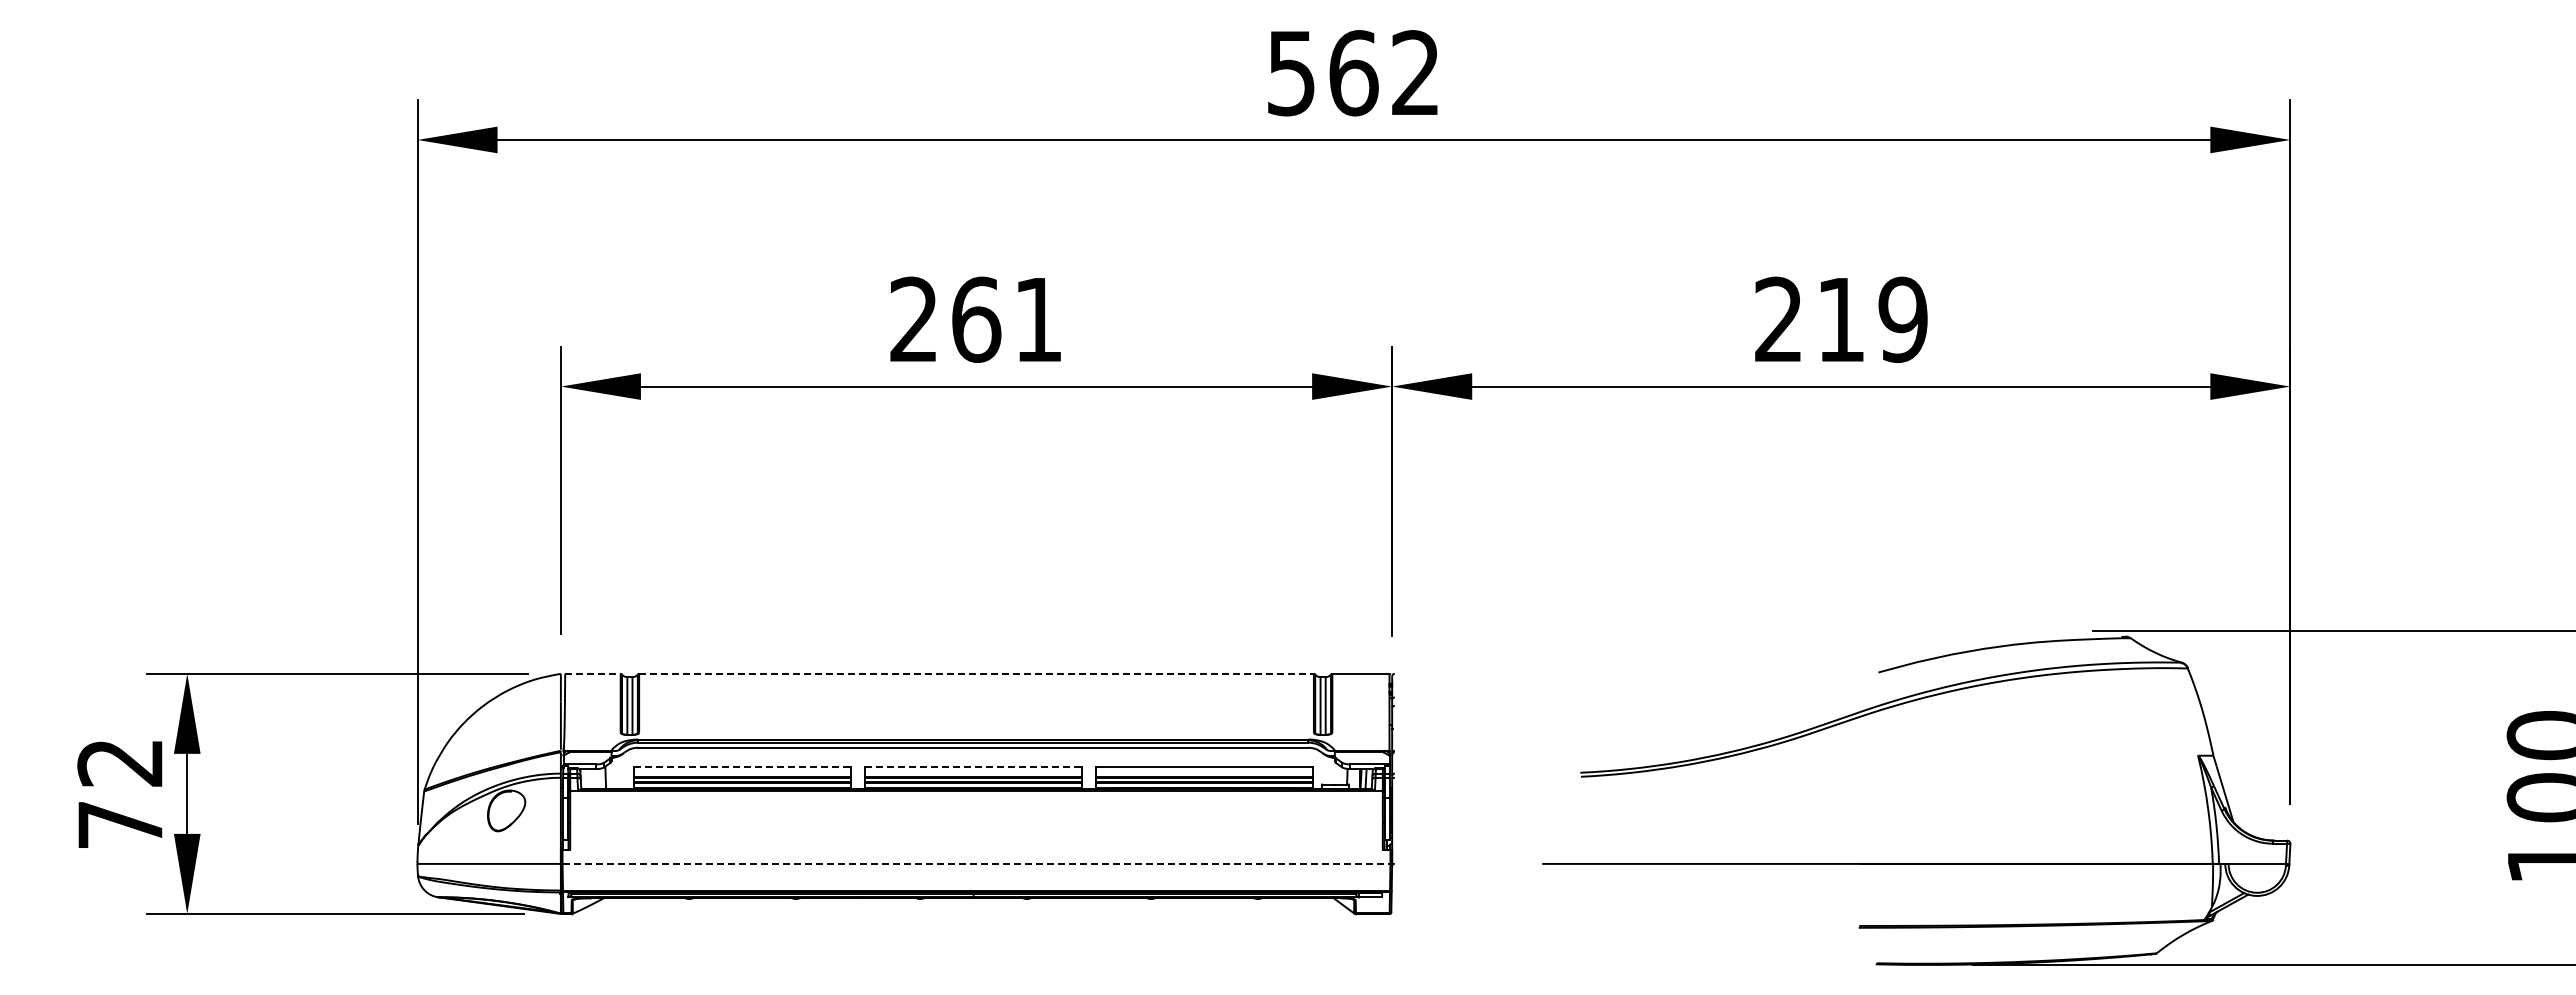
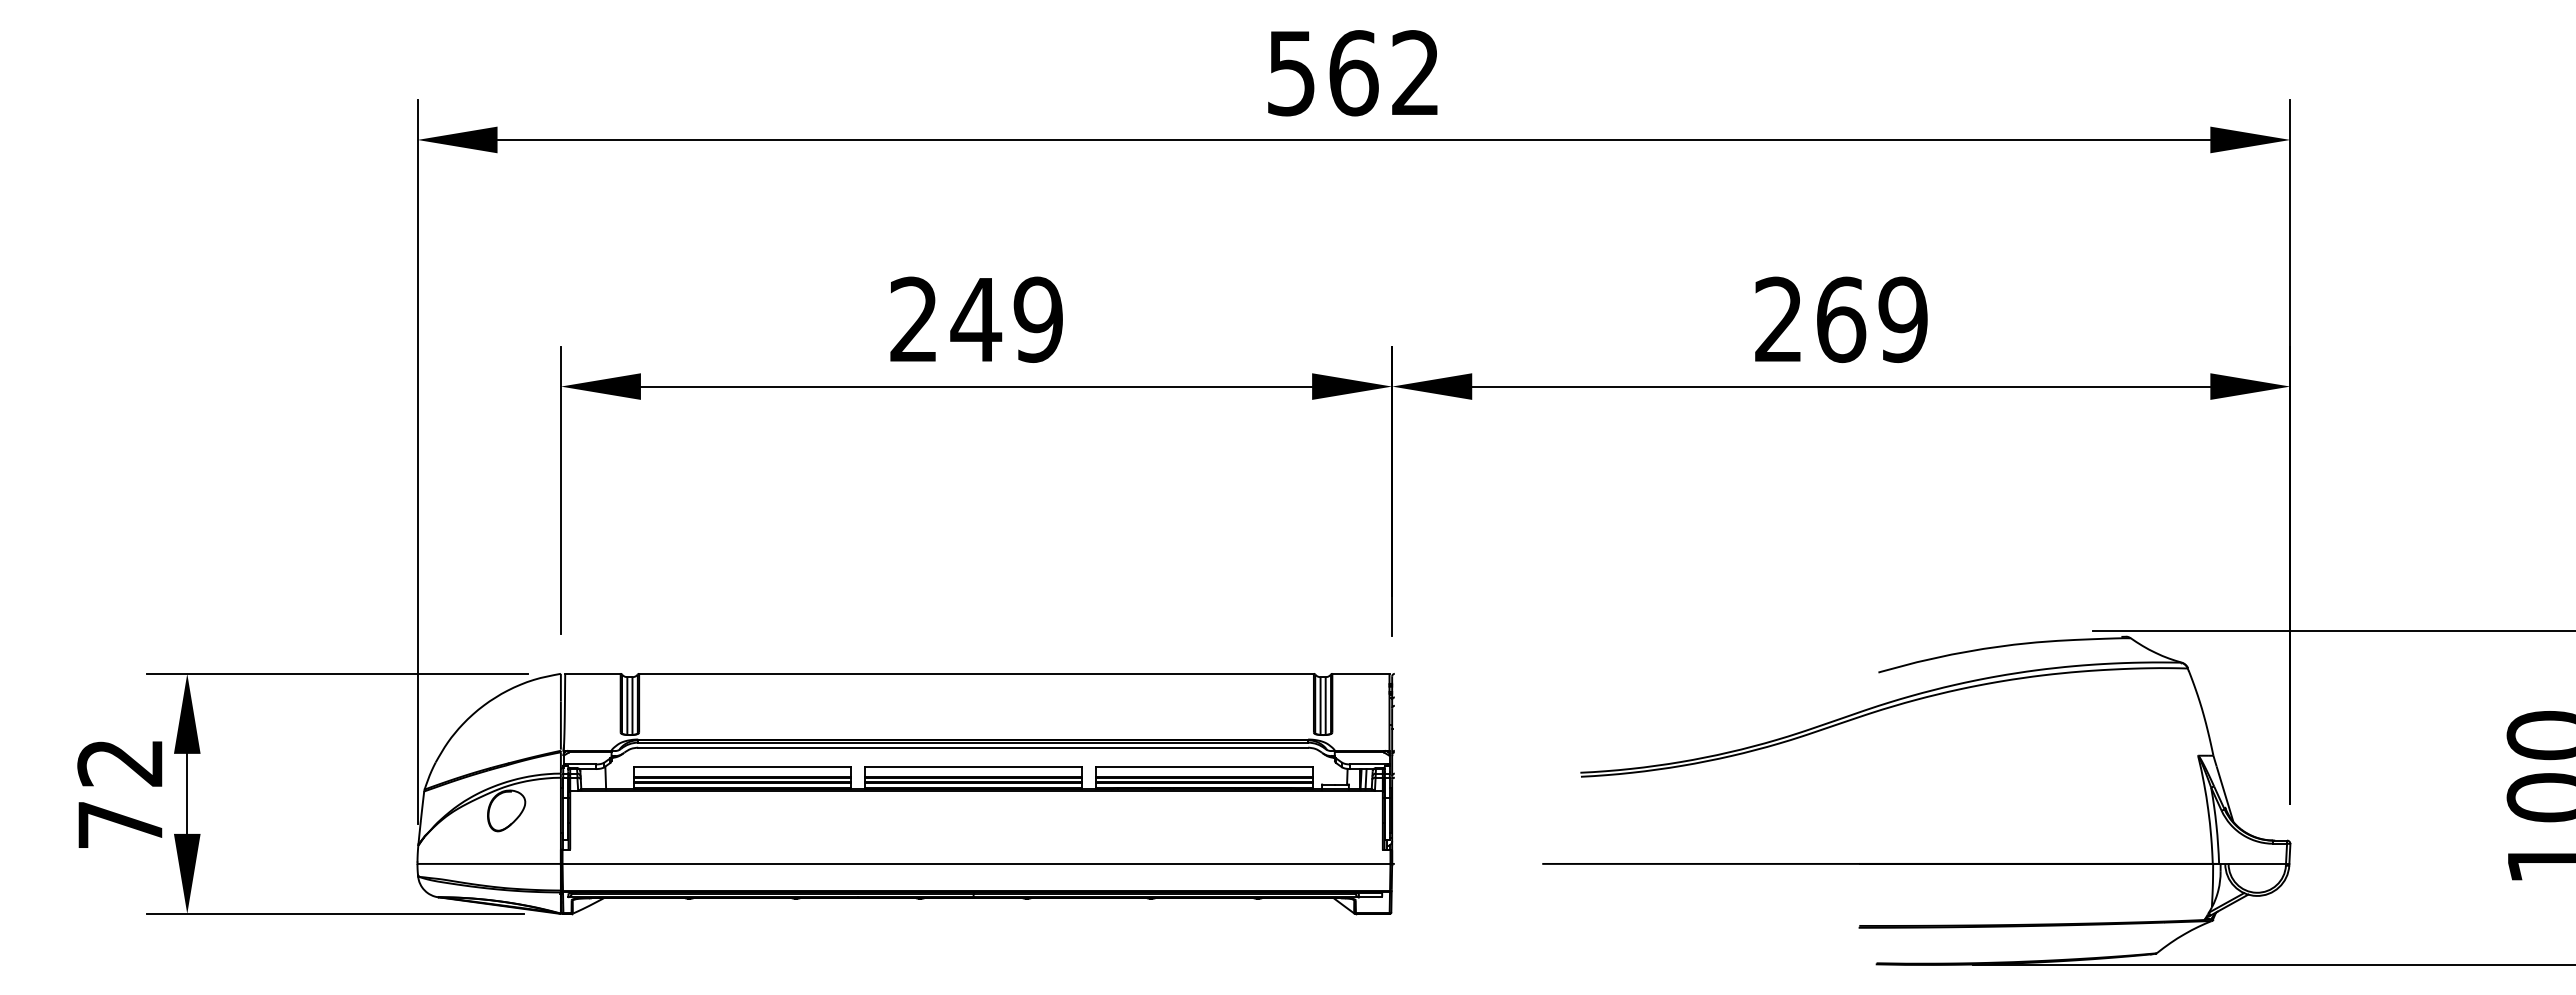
text at (1006, 319): 261 -> 249
text at (1841, 319): 219 -> 269
line at (592, 673): dashed -> solid
line at (977, 673): dashed -> solid
line at (743, 767): dashed -> solid
line at (974, 767): dashed -> solid
line at (976, 863): dashed -> solid
